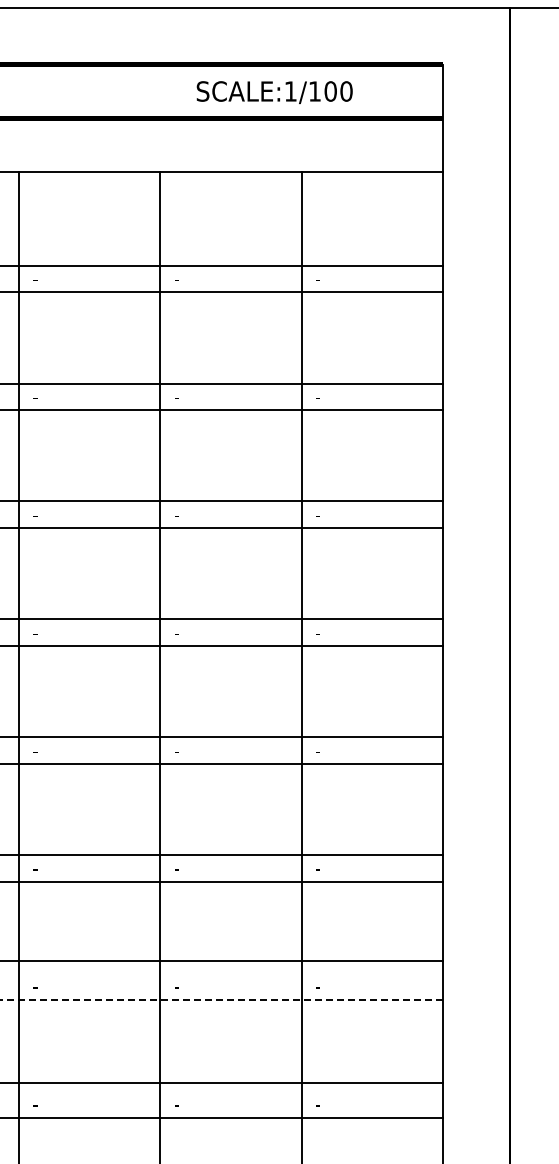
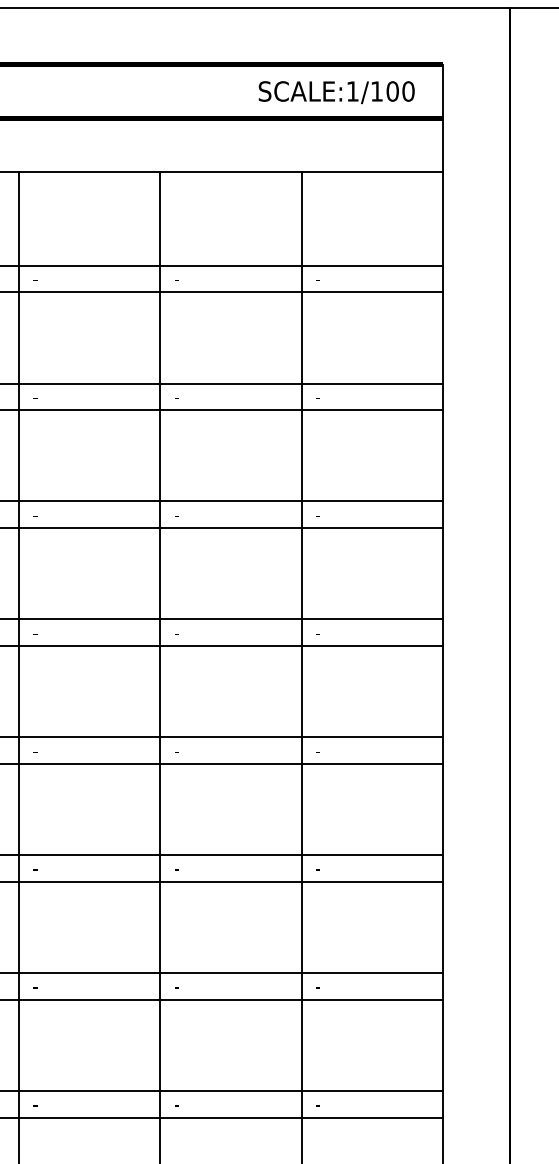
text at (274, 92) position: (274, 92) -> (336, 92)
line at (222, 961) position: (222, 961) -> (222, 973)
line at (221, 999): dashed -> solid
line at (222, 1082) position: (222, 1082) -> (222, 1090)
